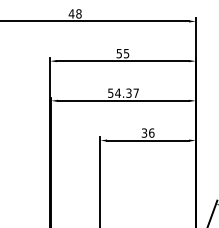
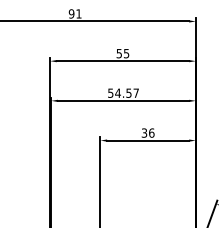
text at (74, 13): 48 -> 91
text at (128, 92): 54.37 -> 54.57
